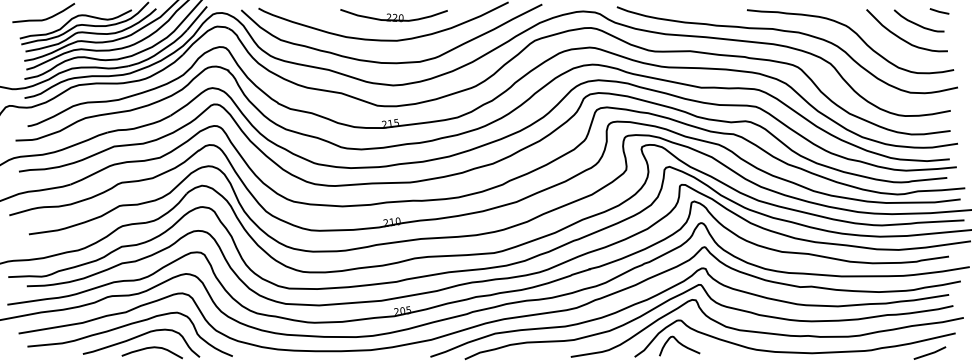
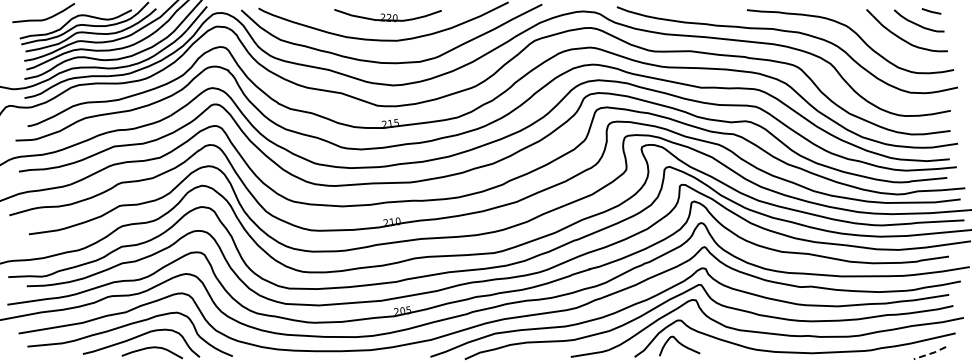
line at (939, 11) position: (939, 11) -> (931, 11)
part at (393, 15) position: (393, 15) -> (387, 15)
line at (930, 353): solid -> dashed
